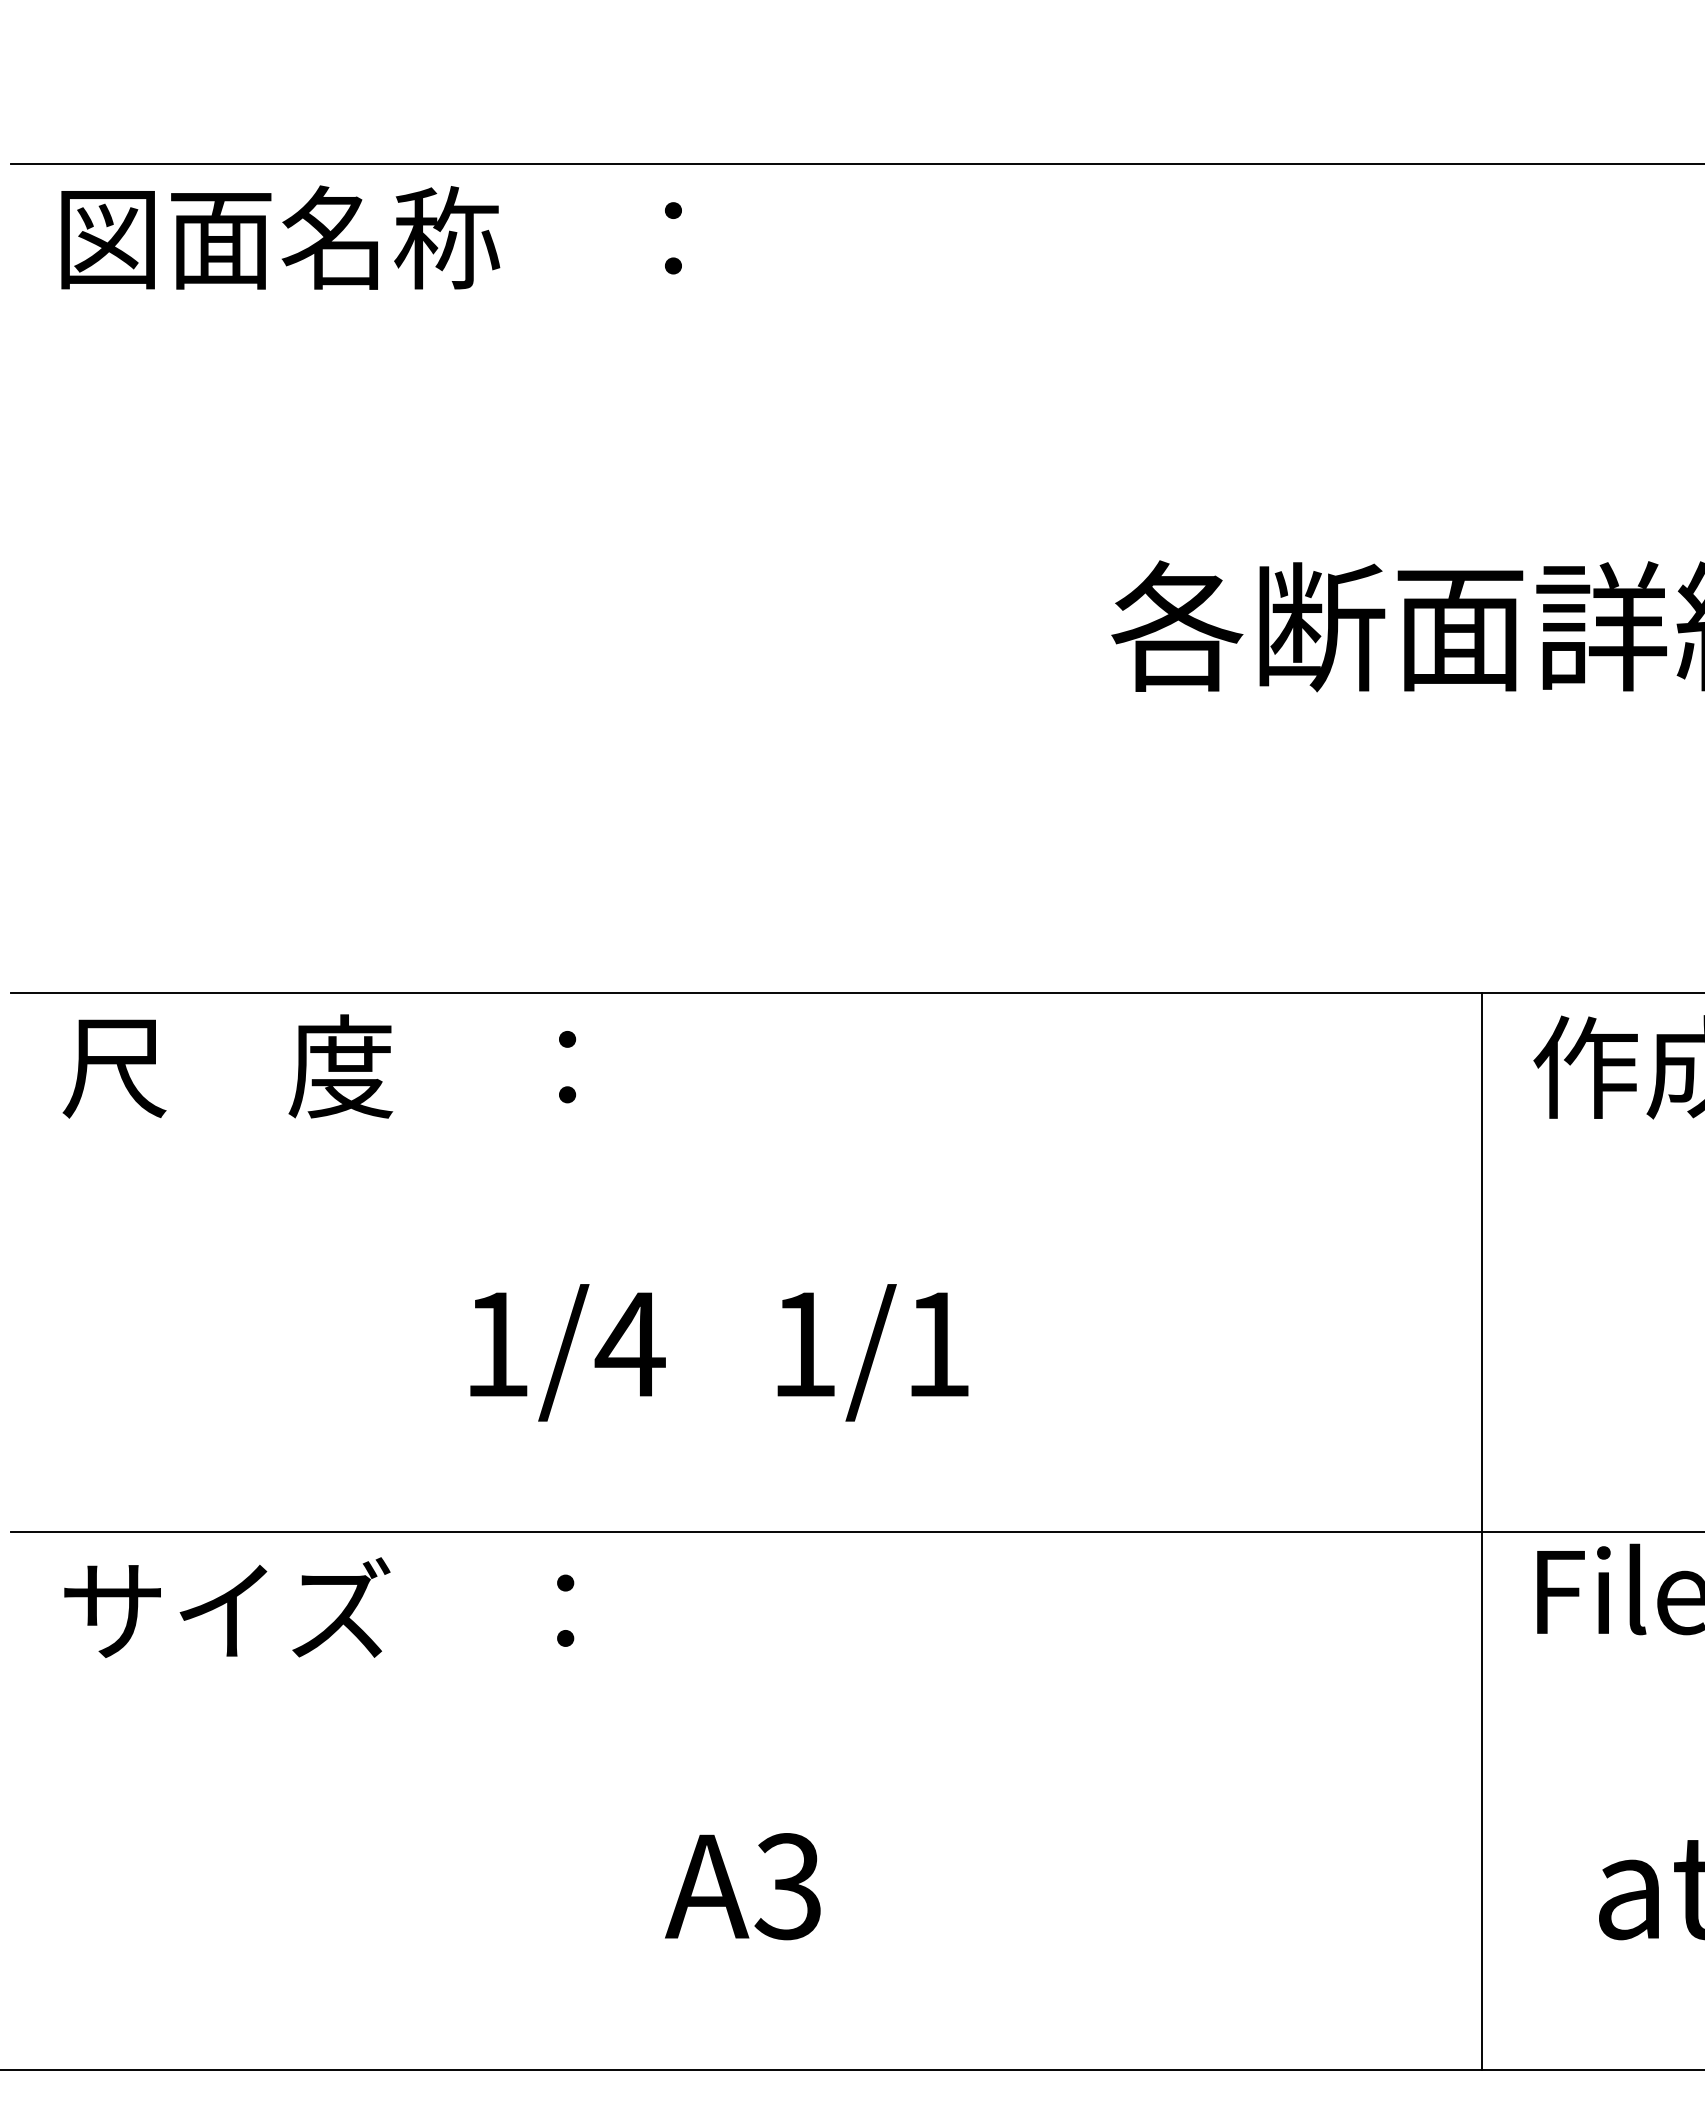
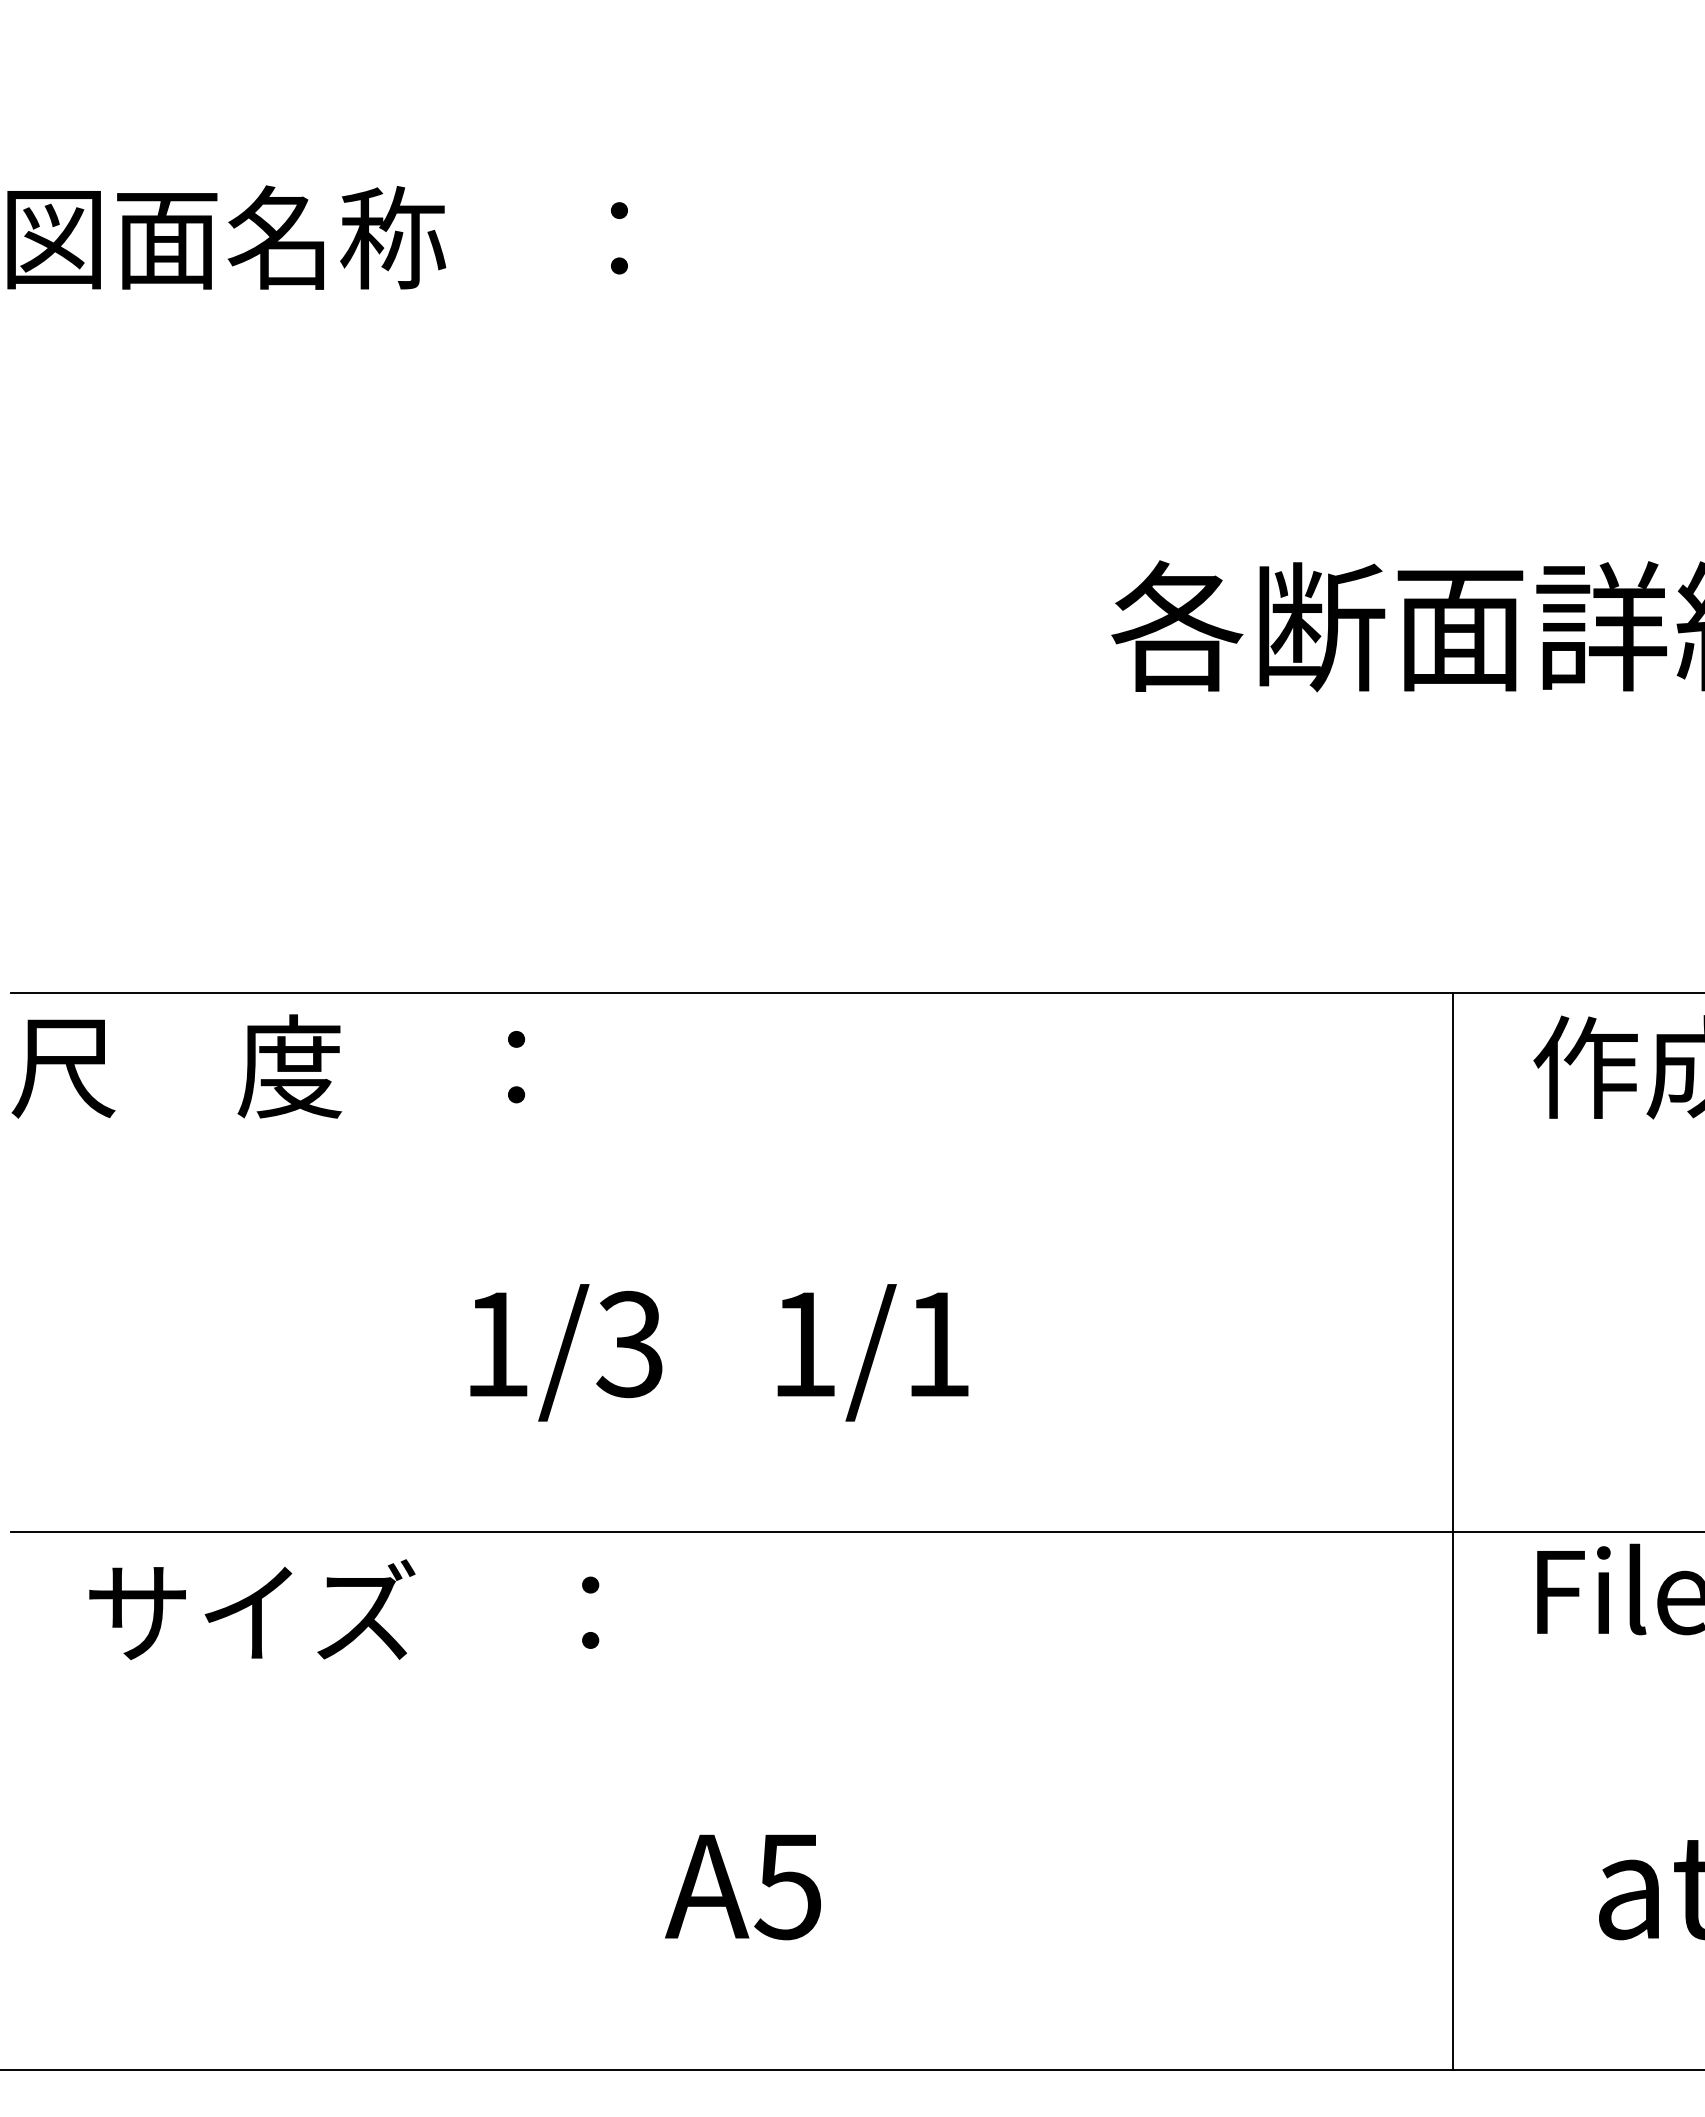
line at (855, 163): present -> none
text at (371, 237) position: (371, 237) -> (317, 237)
text at (319, 1066) position: (319, 1066) -> (268, 1066)
text at (629, 1344): 1/4 -> 1/3
line at (1482, 1531) position: (1482, 1531) -> (1453, 1531)
text at (319, 1607) position: (319, 1607) -> (344, 1609)
text at (787, 1886): A3 -> A5
